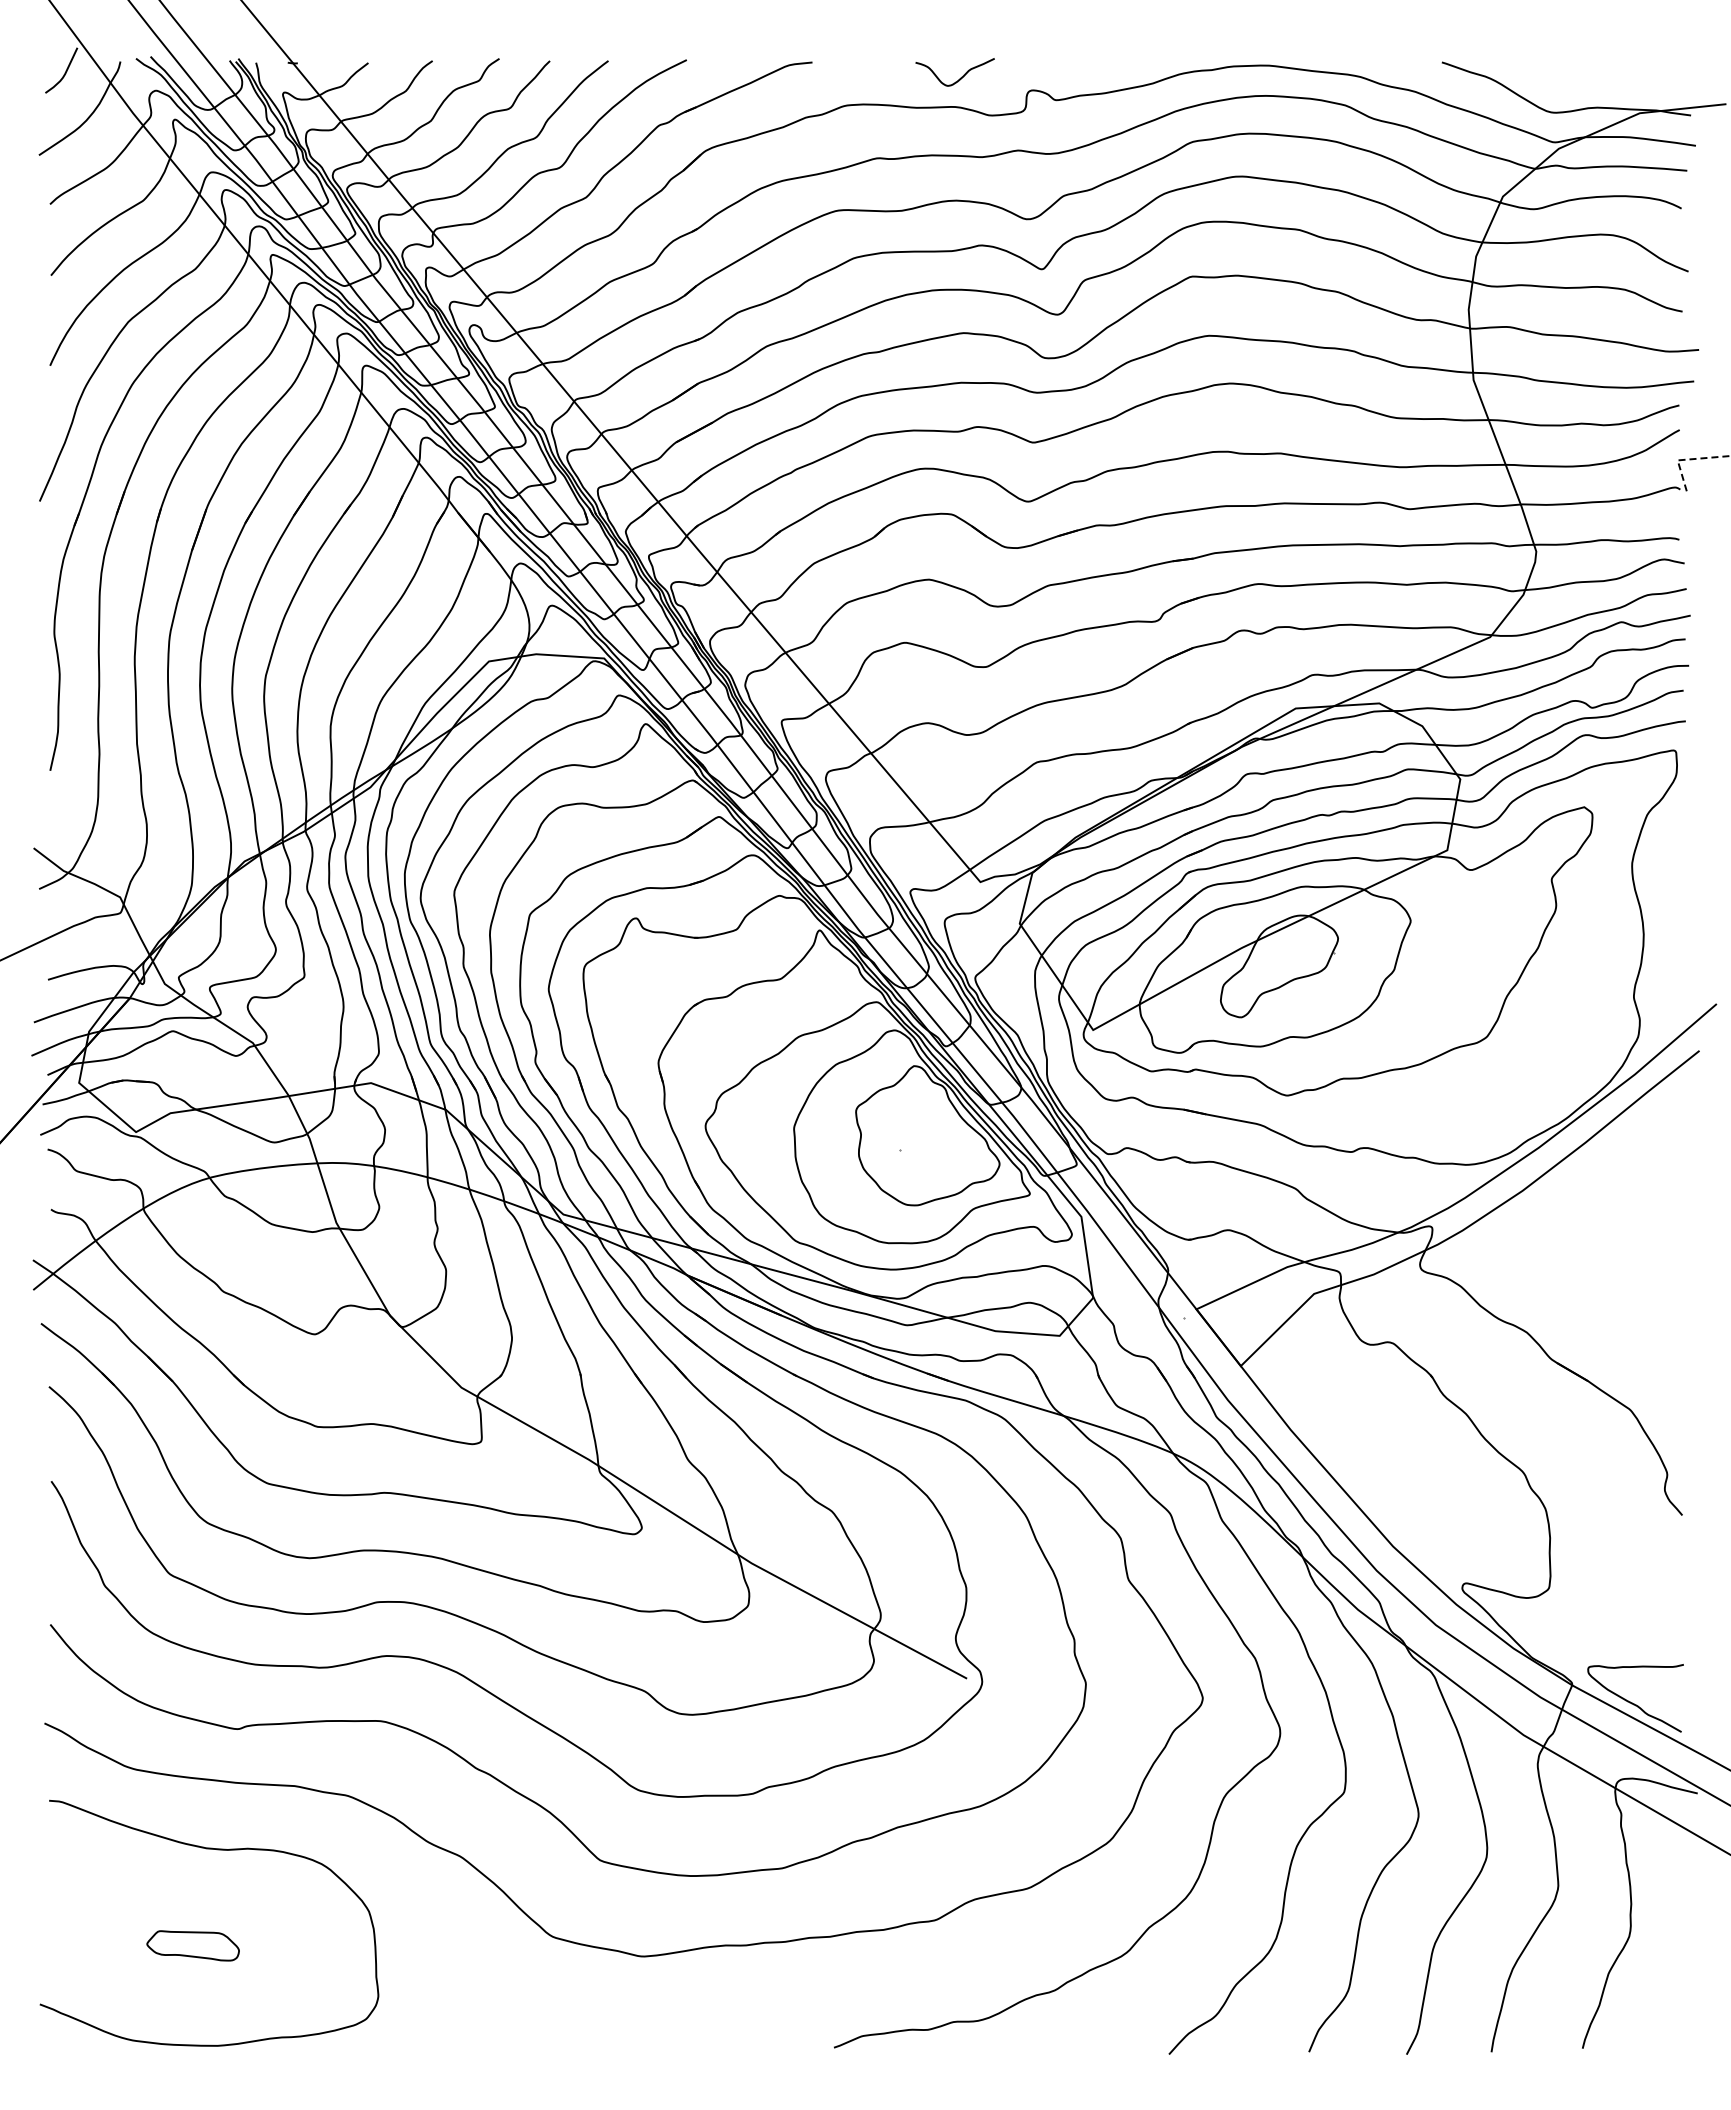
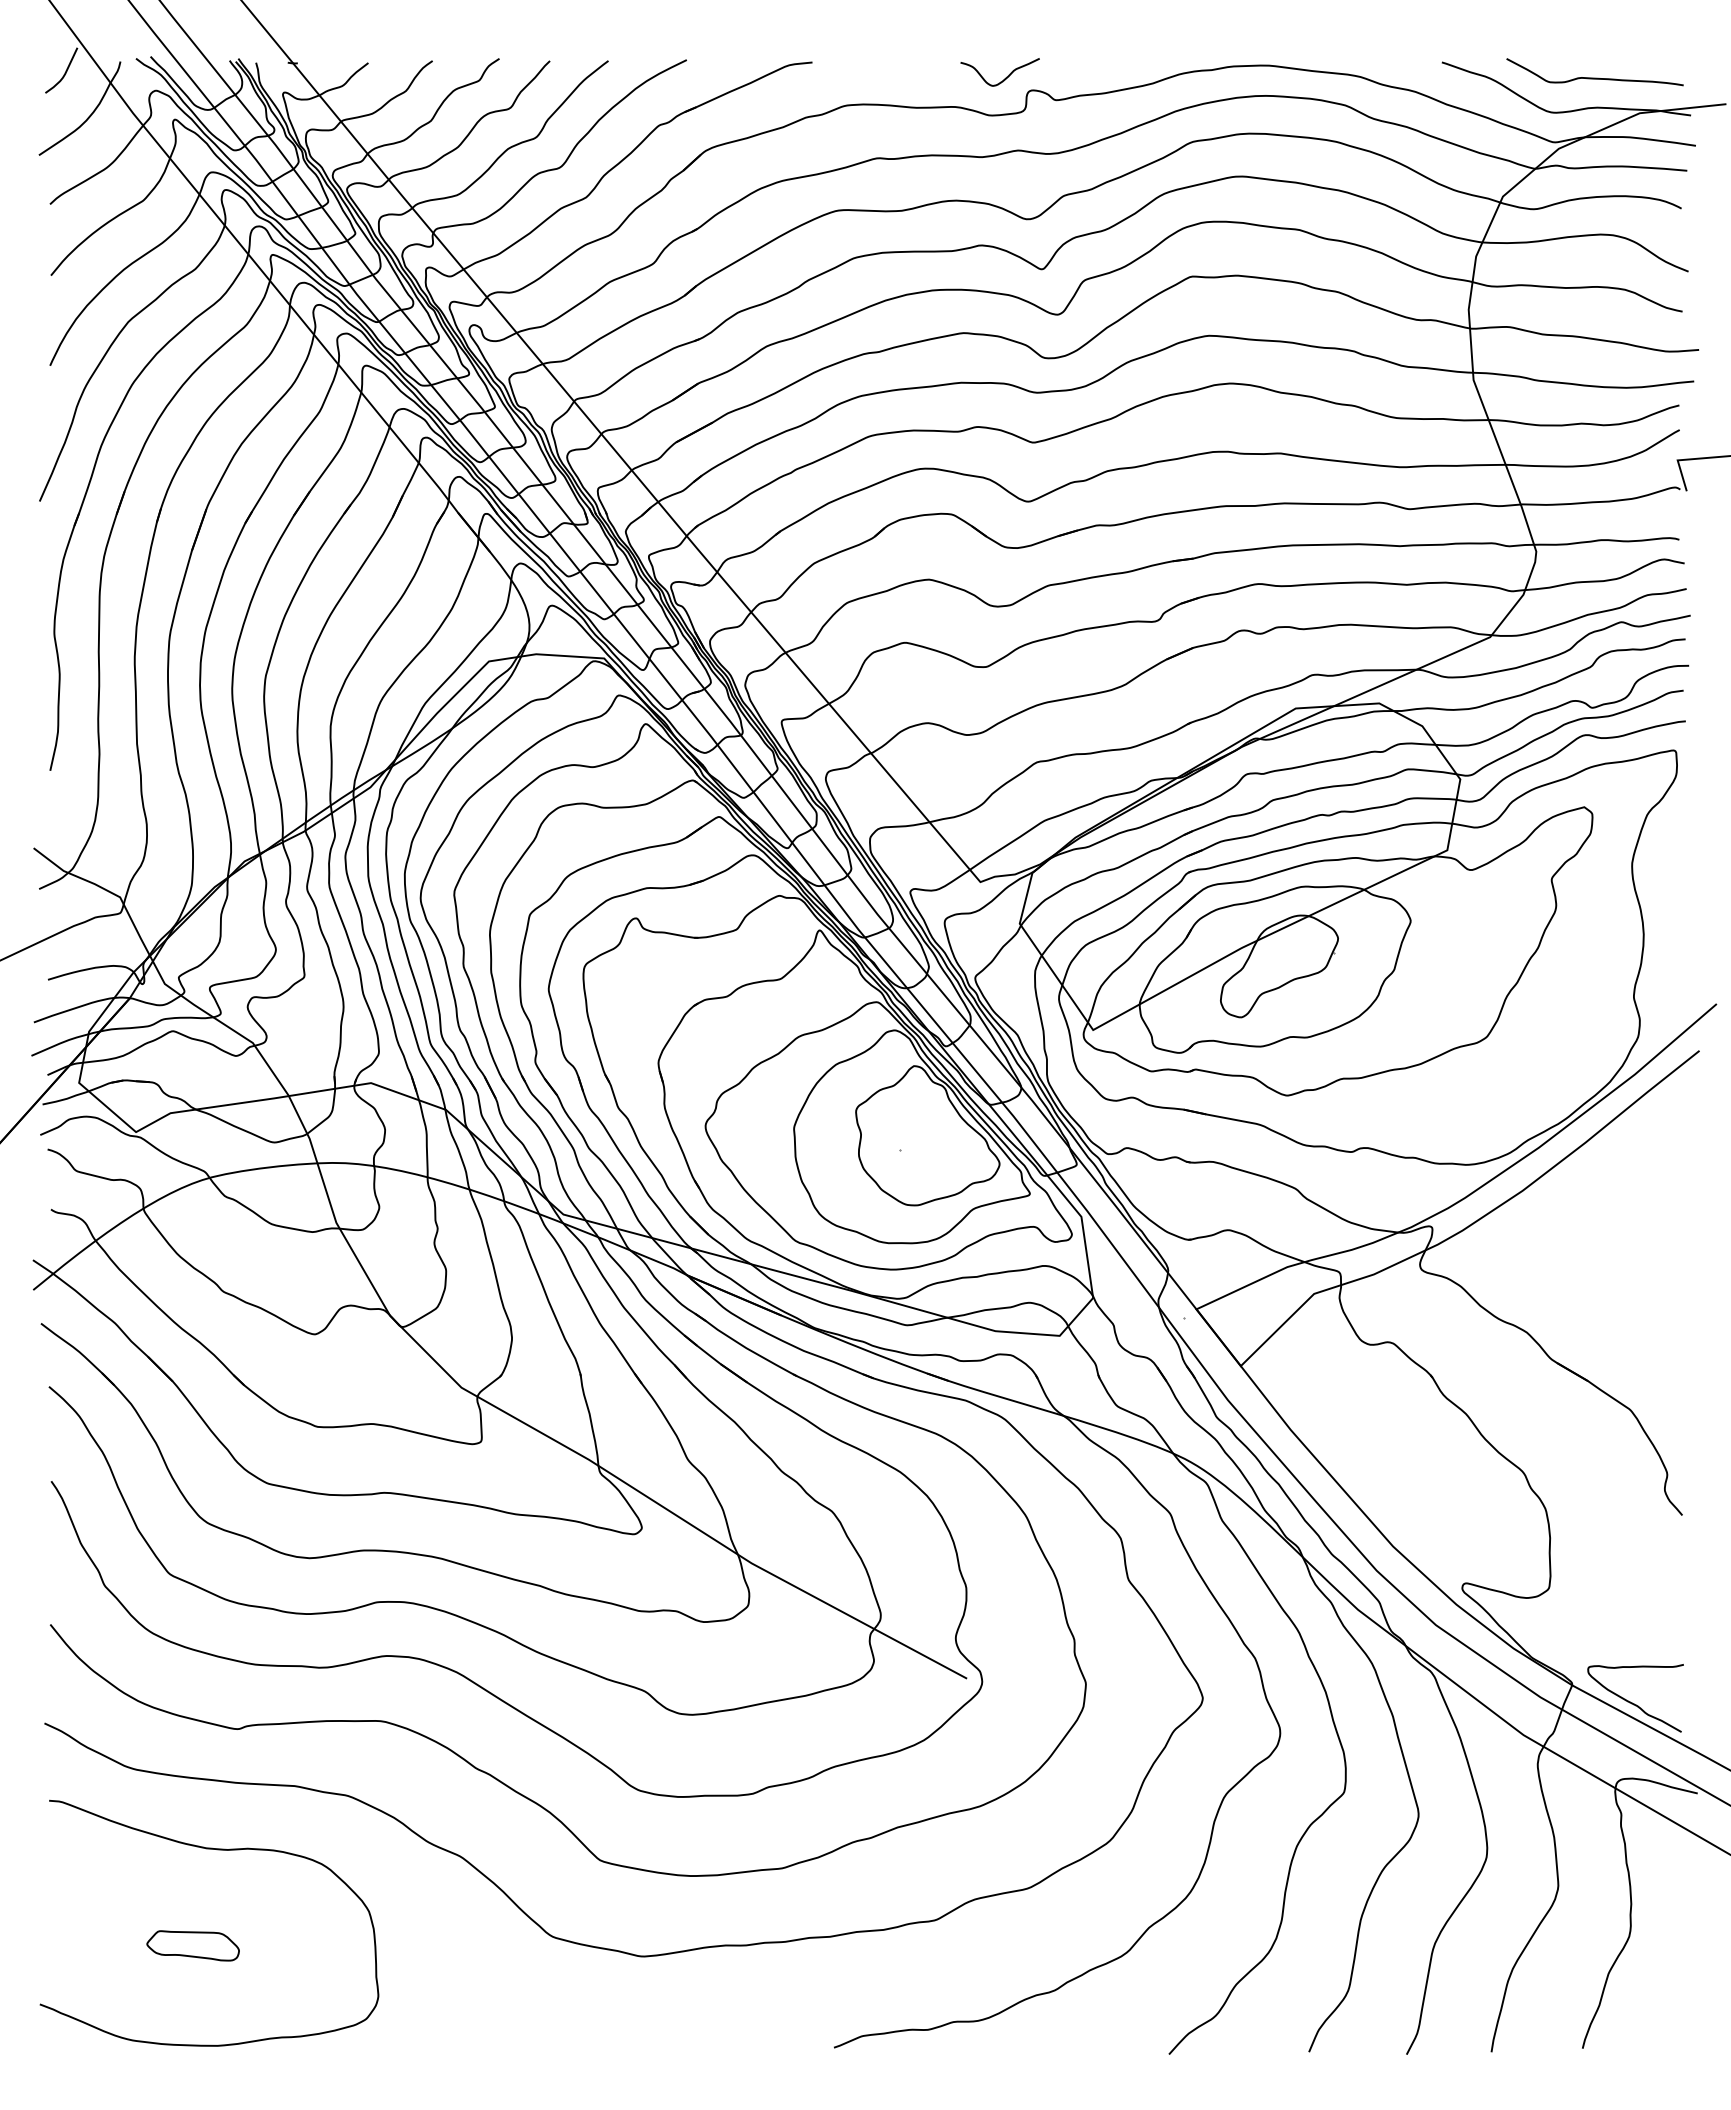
curve at (960, 77) position: (960, 77) -> (1005, 77)
curve at (1594, 77): none -> present
line at (1687, 459): dashed -> solid
